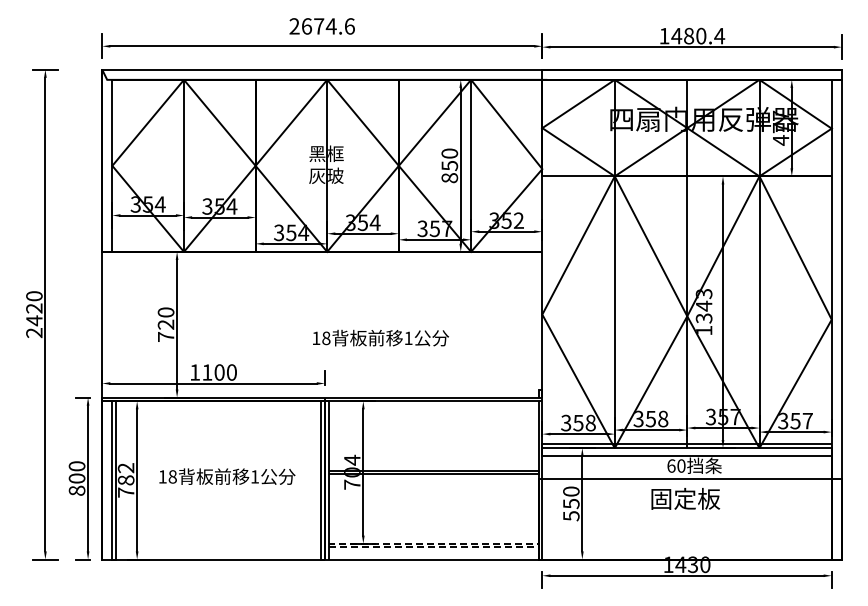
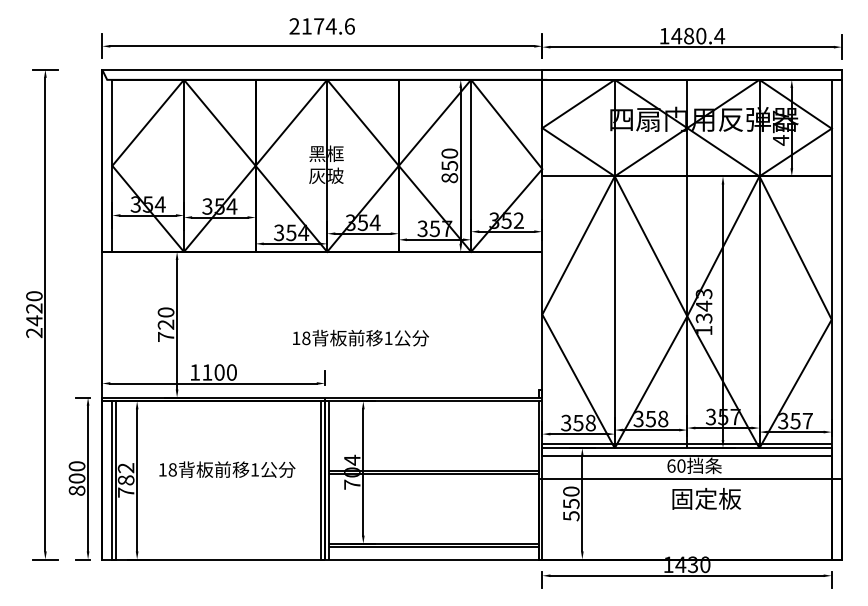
text at (307, 26): 2674.6 -> 2174.6
text at (380, 337) position: (380, 337) -> (360, 337)
text at (227, 476) position: (227, 476) -> (227, 469)
text at (685, 498) position: (685, 498) -> (706, 498)
line at (538, 545): dashed -> solid
